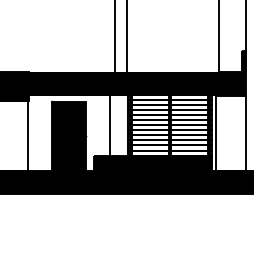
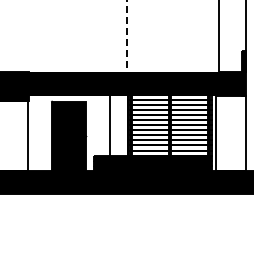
line at (114, 36): present -> none
line at (126, 36): solid -> dashed
